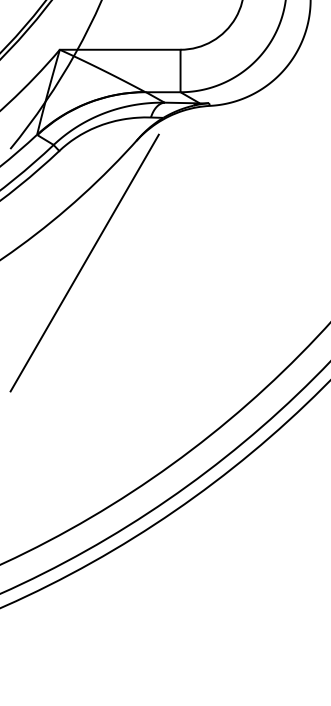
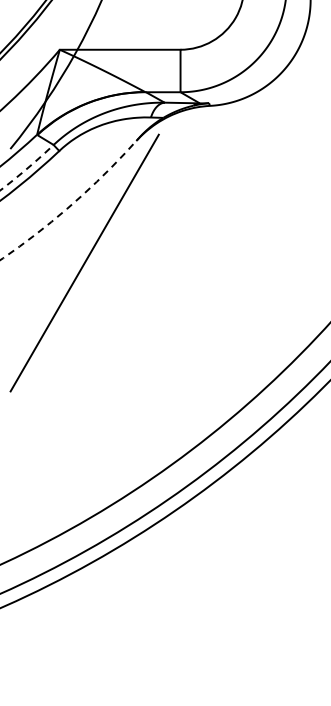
arc at (27, 168): solid -> dashed
arc at (72, 203): solid -> dashed
